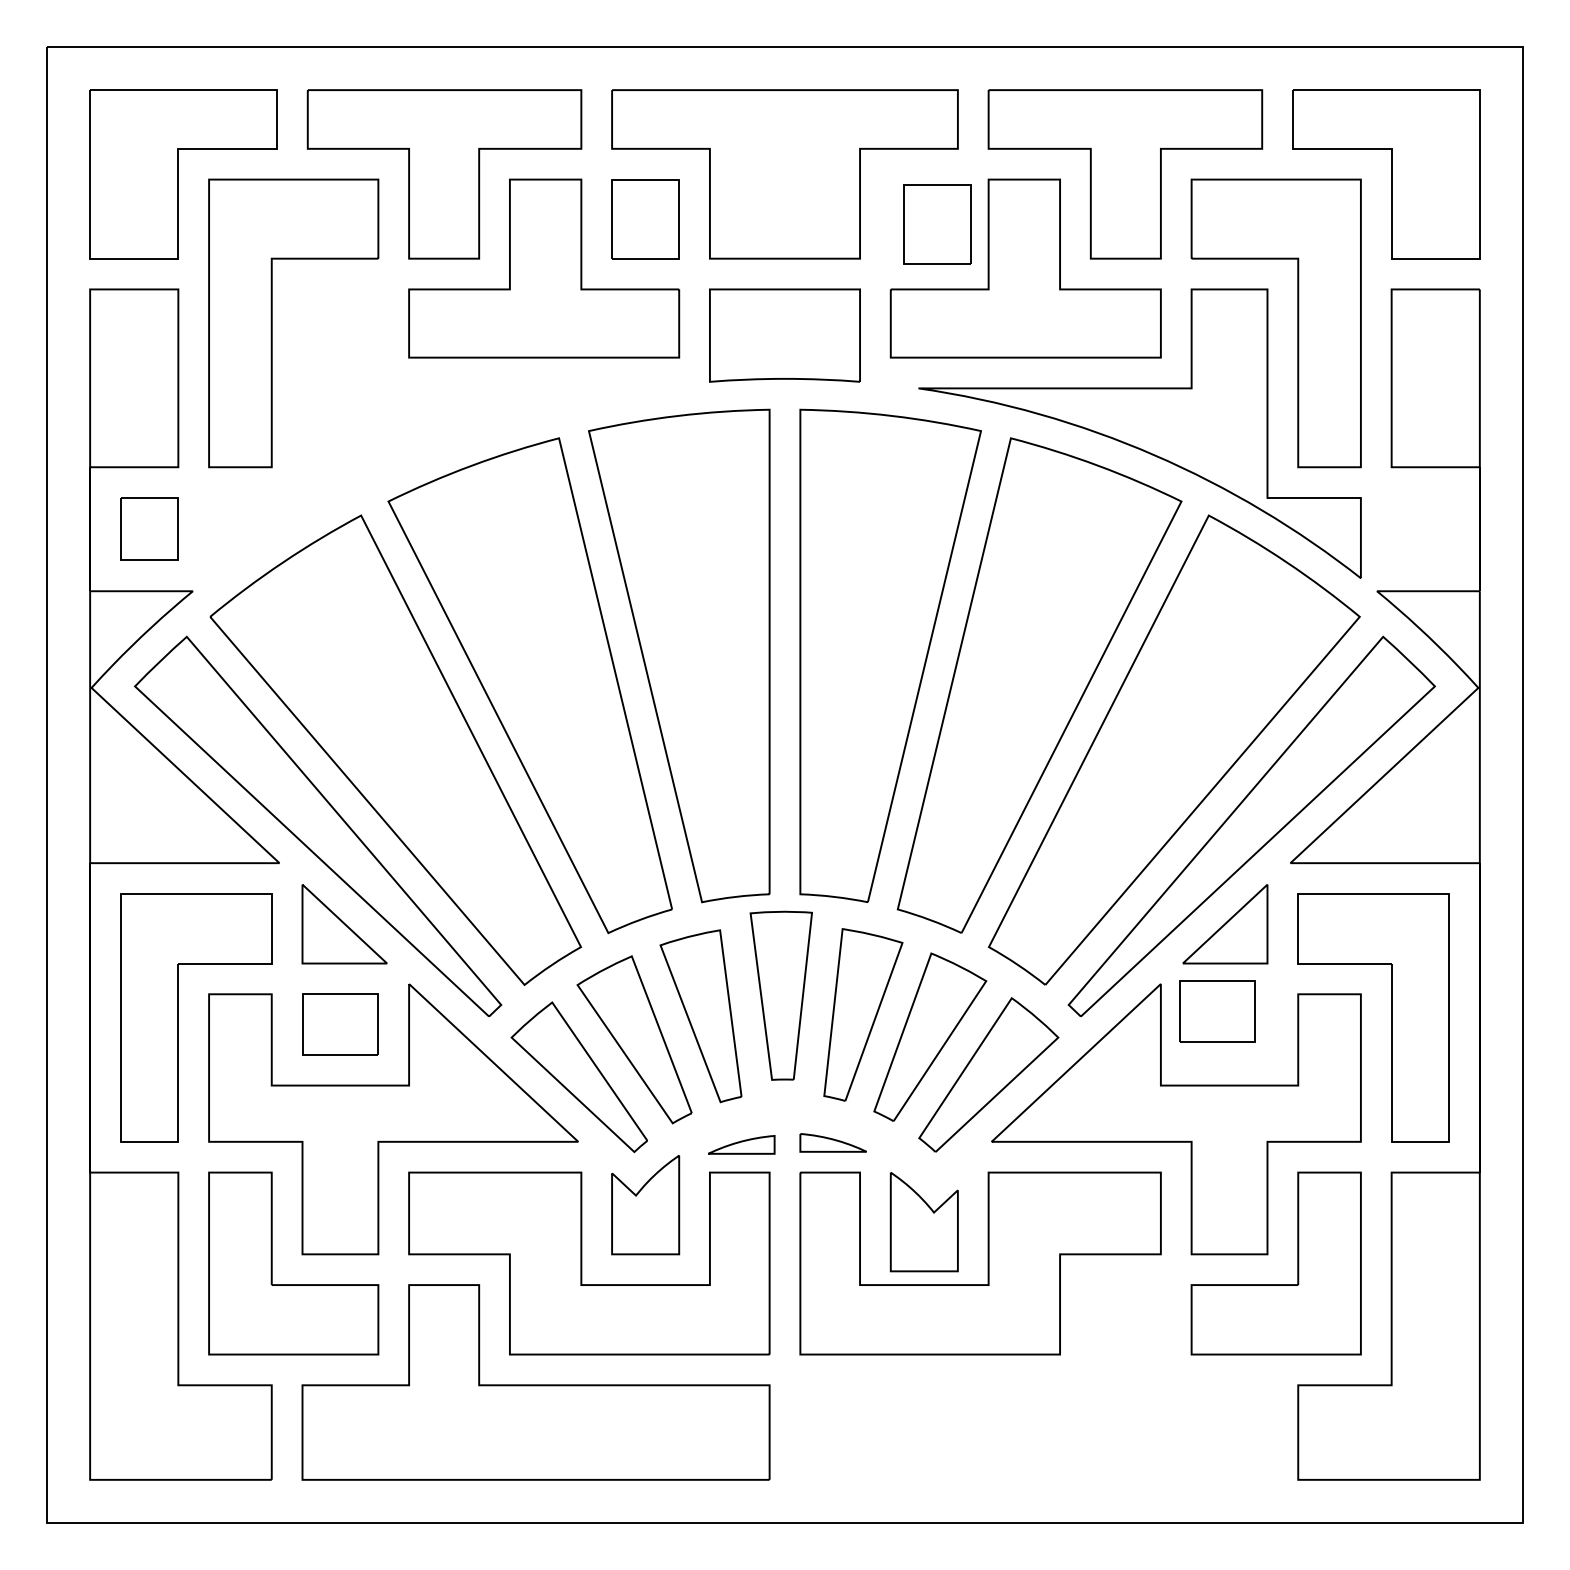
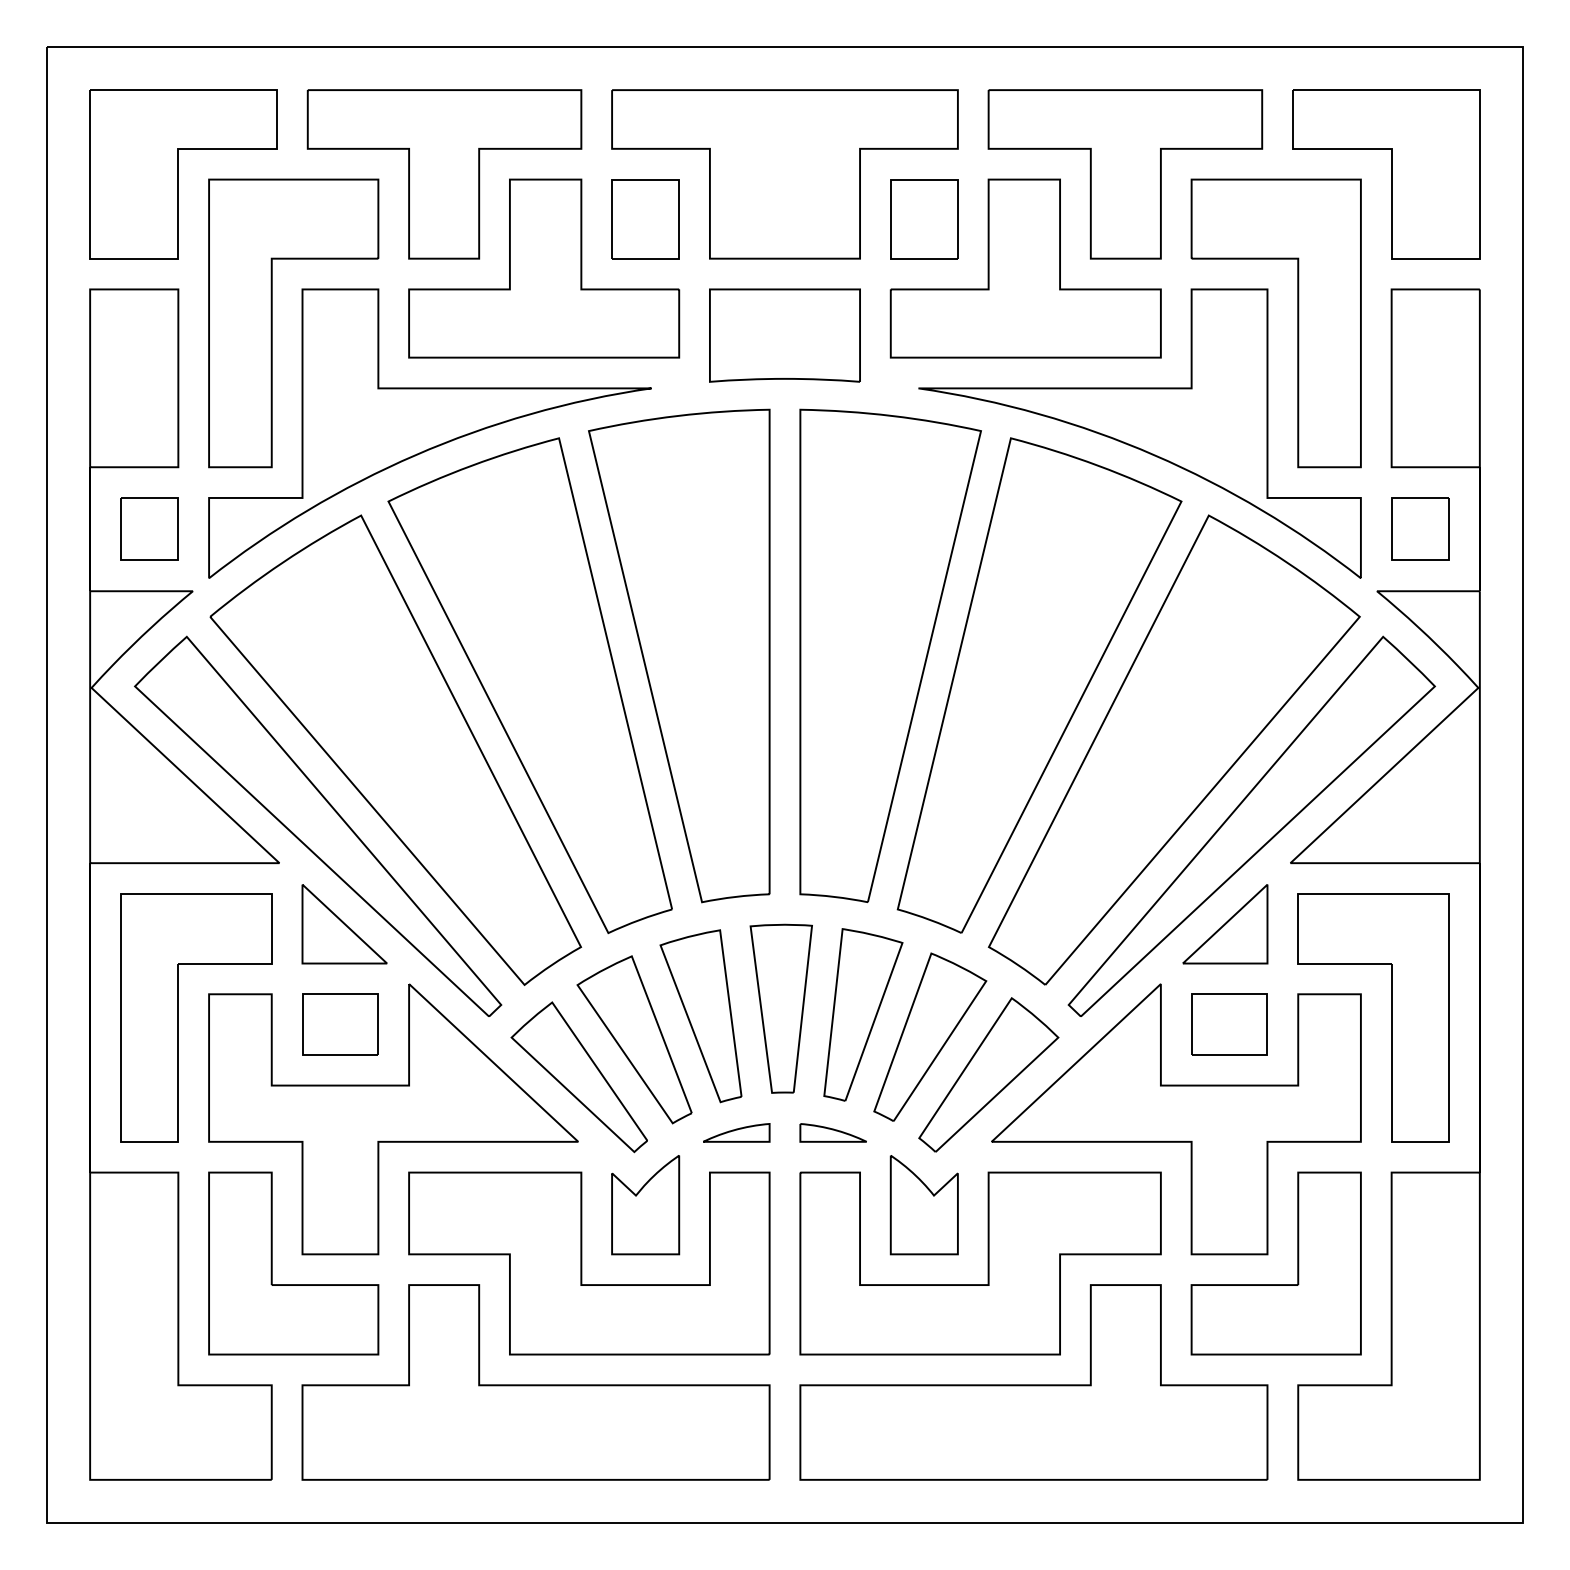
part at (937, 224) position: (937, 224) -> (924, 219)
part at (429, 433): none -> present
part at (1420, 528): none -> present
part at (780, 995) position: (780, 995) -> (780, 1008)
part at (1217, 1011) position: (1217, 1011) -> (1229, 1024)
part at (832, 1142) position: (832, 1142) -> (832, 1132)
part at (741, 1144) position: (741, 1144) -> (736, 1132)
part at (923, 1222) position: (923, 1222) -> (923, 1205)
part at (1033, 1382): none -> present
